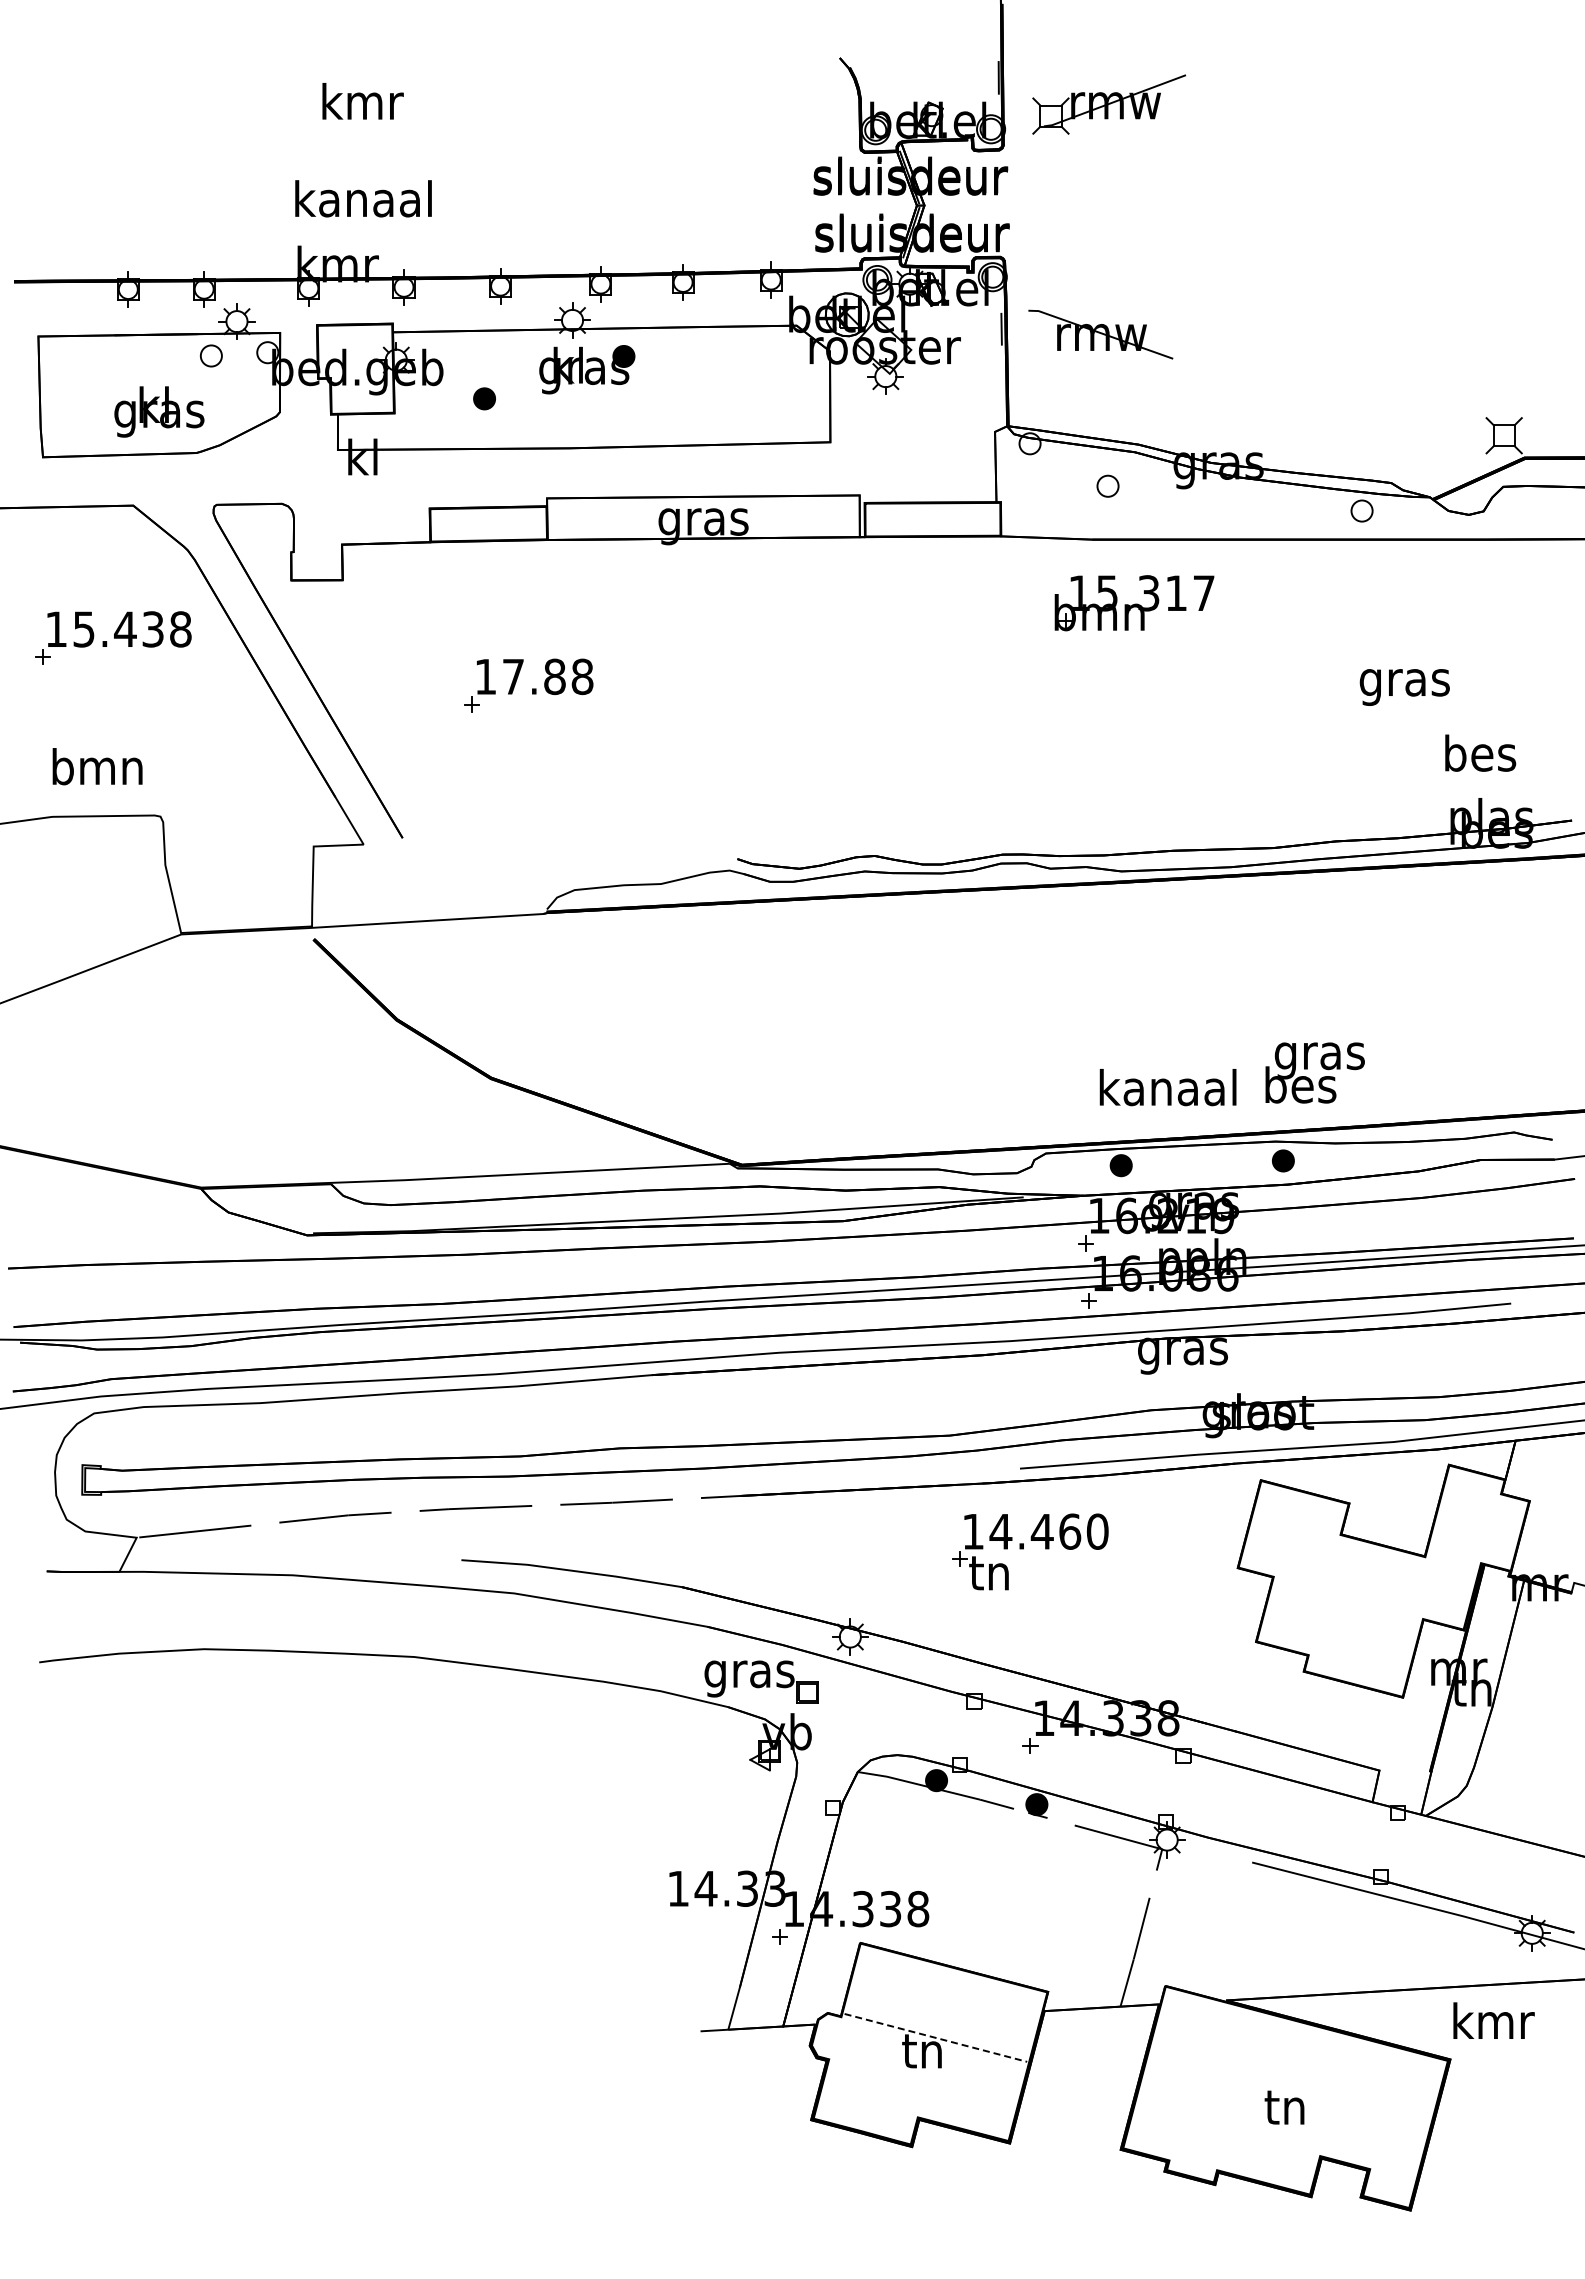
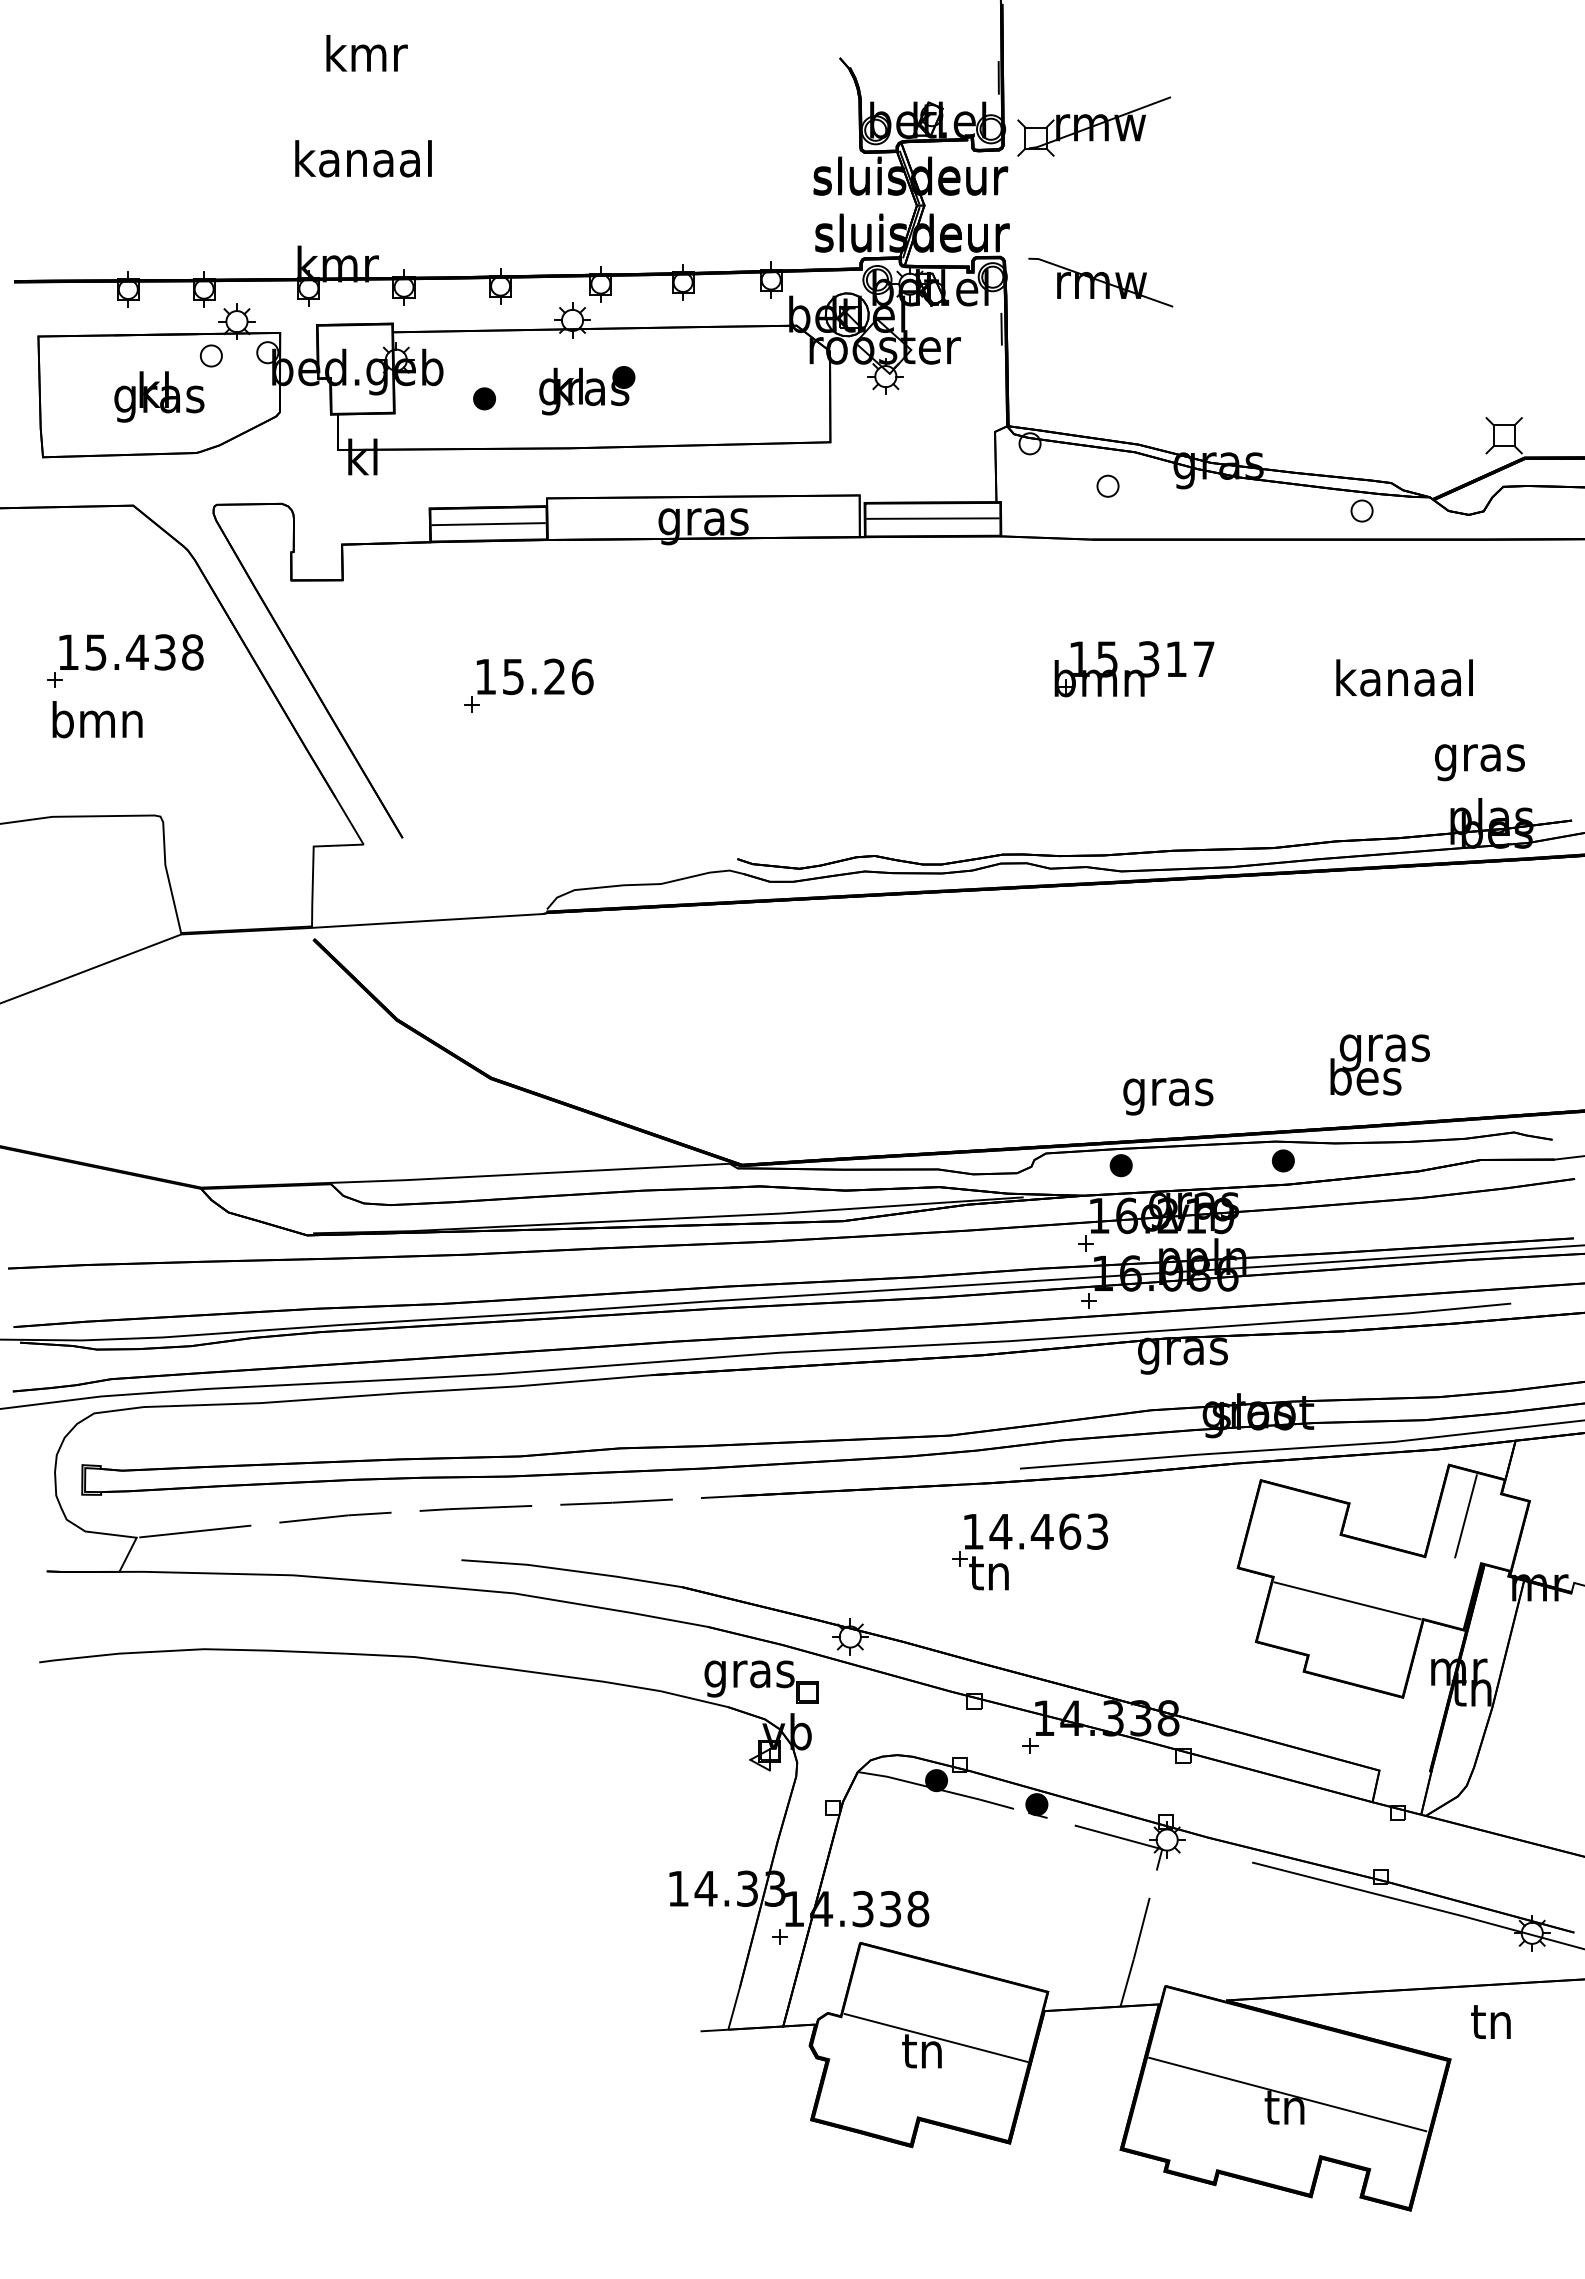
text at (362, 101) position: (362, 101) -> (366, 53)
part at (1108, 104) position: (1108, 104) -> (1093, 126)
text at (363, 198) position: (363, 198) -> (363, 158)
part at (1100, 334) position: (1100, 334) -> (1100, 282)
part at (587, 369) position: (587, 369) -> (587, 390)
text at (159, 411) position: (159, 411) -> (159, 396)
line at (932, 518): none -> present
line at (488, 524): none -> present
part at (1134, 603) position: (1134, 603) -> (1134, 669)
part at (113, 637) position: (113, 637) -> (125, 660)
text at (548, 676): 17.88 -> 15.26
text at (1404, 682): gras -> kanaal
text at (1479, 757): bes -> gras
text at (97, 766) position: (97, 766) -> (97, 719)
text at (1314, 1072) position: (1314, 1072) -> (1379, 1064)
text at (1167, 1092): kanaal -> gras
line at (1465, 1516): none -> present
text at (1097, 1531): 14.460 -> 14.463
line at (1347, 1600): none -> present
text at (1493, 2020): kmr -> tn
line at (936, 2038): dashed -> solid
line at (1287, 2094): none -> present
